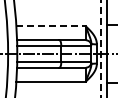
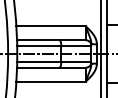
line at (51, 26): dashed -> solid
line at (101, 48): dashed -> solid
